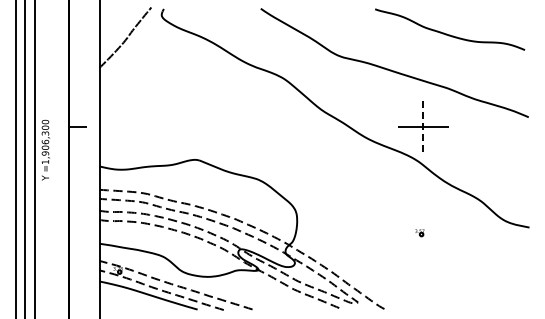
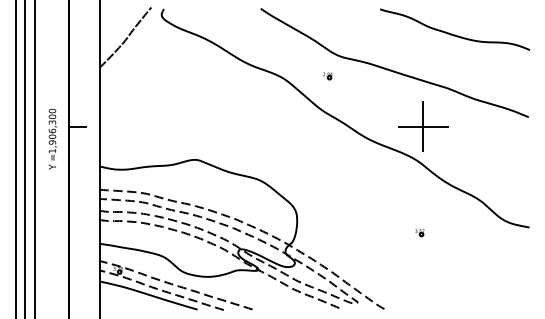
curve at (447, 33) position: (447, 33) -> (452, 33)
part at (327, 76): none -> present
line at (423, 126): dashed -> solid
text at (45, 149) position: (45, 149) -> (52, 138)
